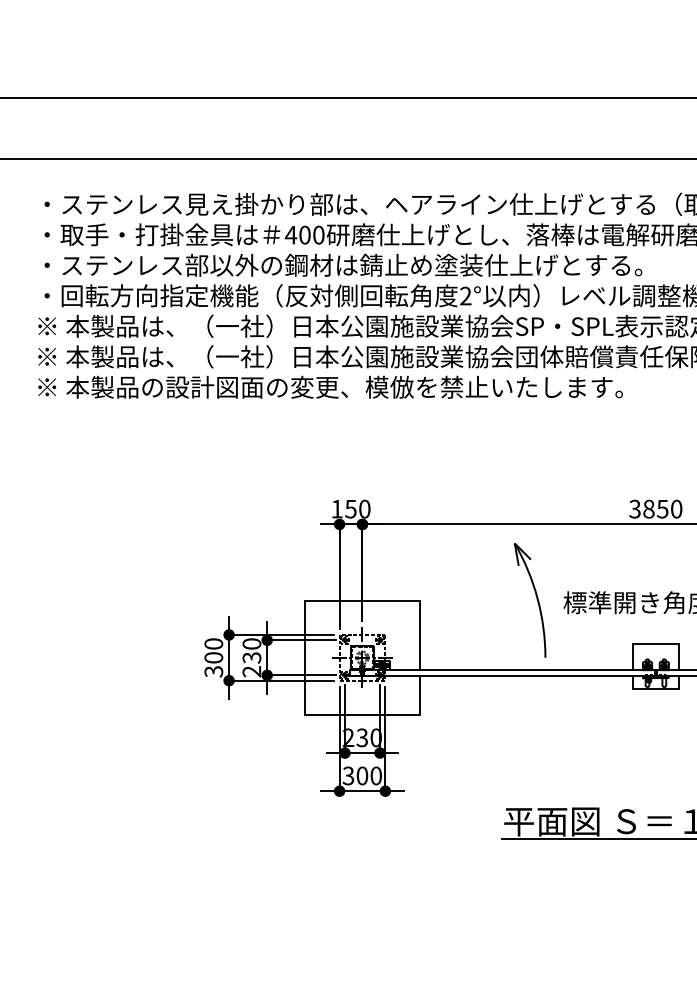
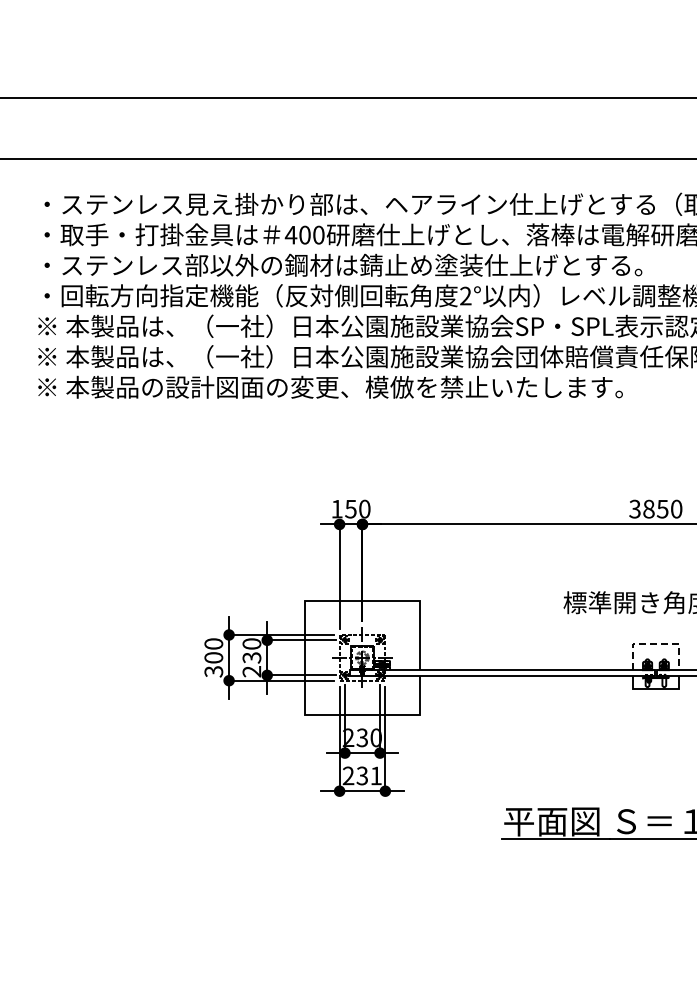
part at (536, 599): present -> none
line at (655, 643): solid -> dashed
text at (361, 775): 300 -> 231
